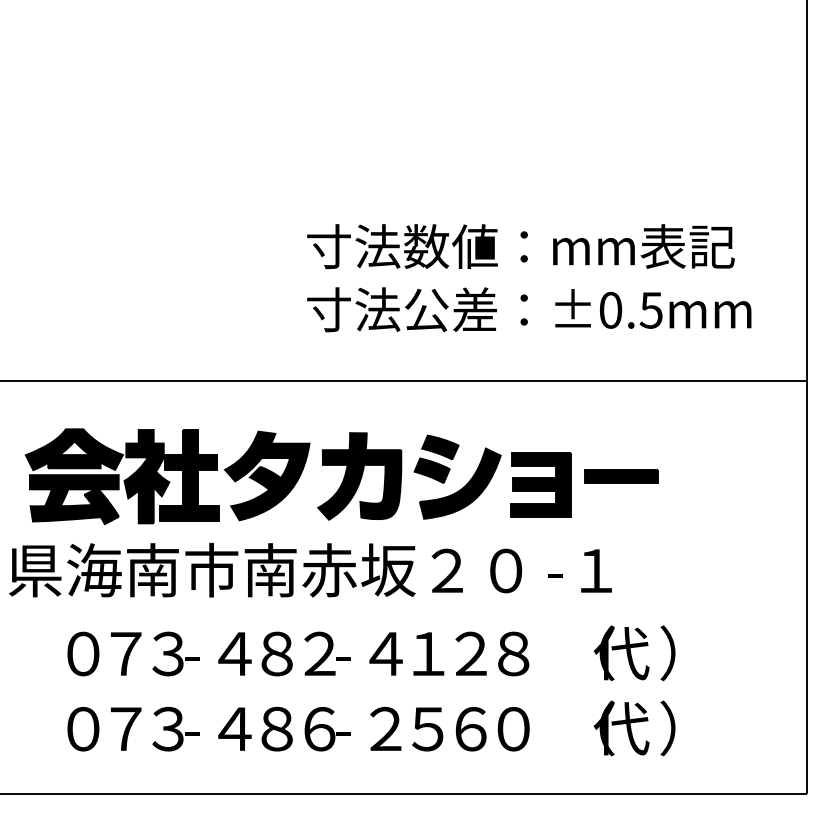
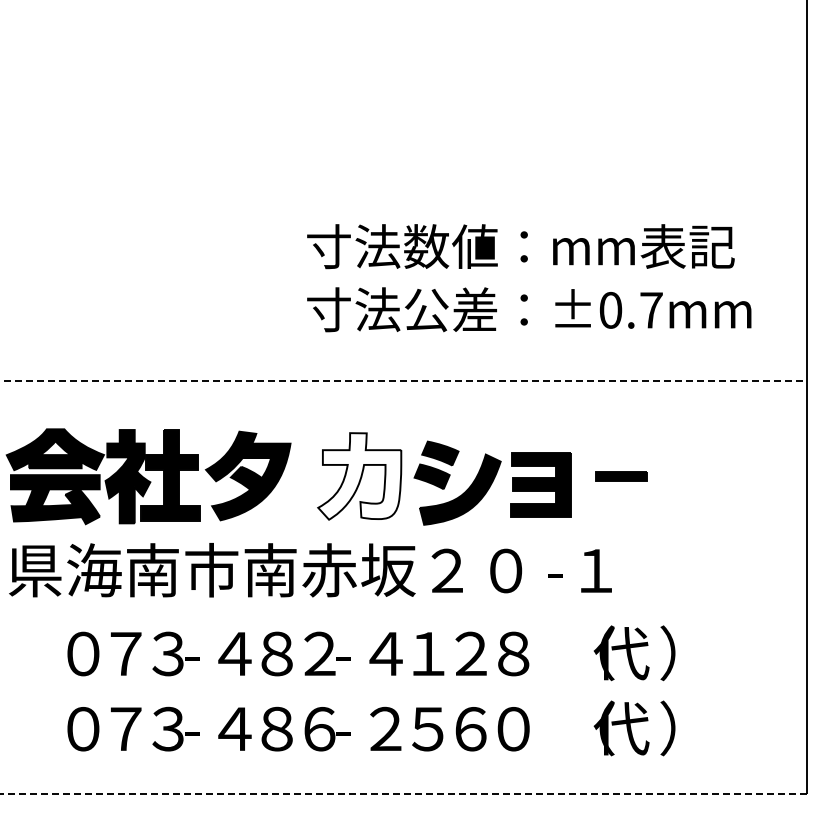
text at (650, 310): ±0.5mm -> ±0.7mm
line at (404, 380): solid -> dashed
part at (449, 472) position: (449, 472) -> (449, 478)
part at (167, 476) position: (167, 476) -> (148, 476)
fill at (359, 476): present -> none
part at (621, 476) size: 75x15 px -> 53x11 px
line at (403, 794): solid -> dashed
